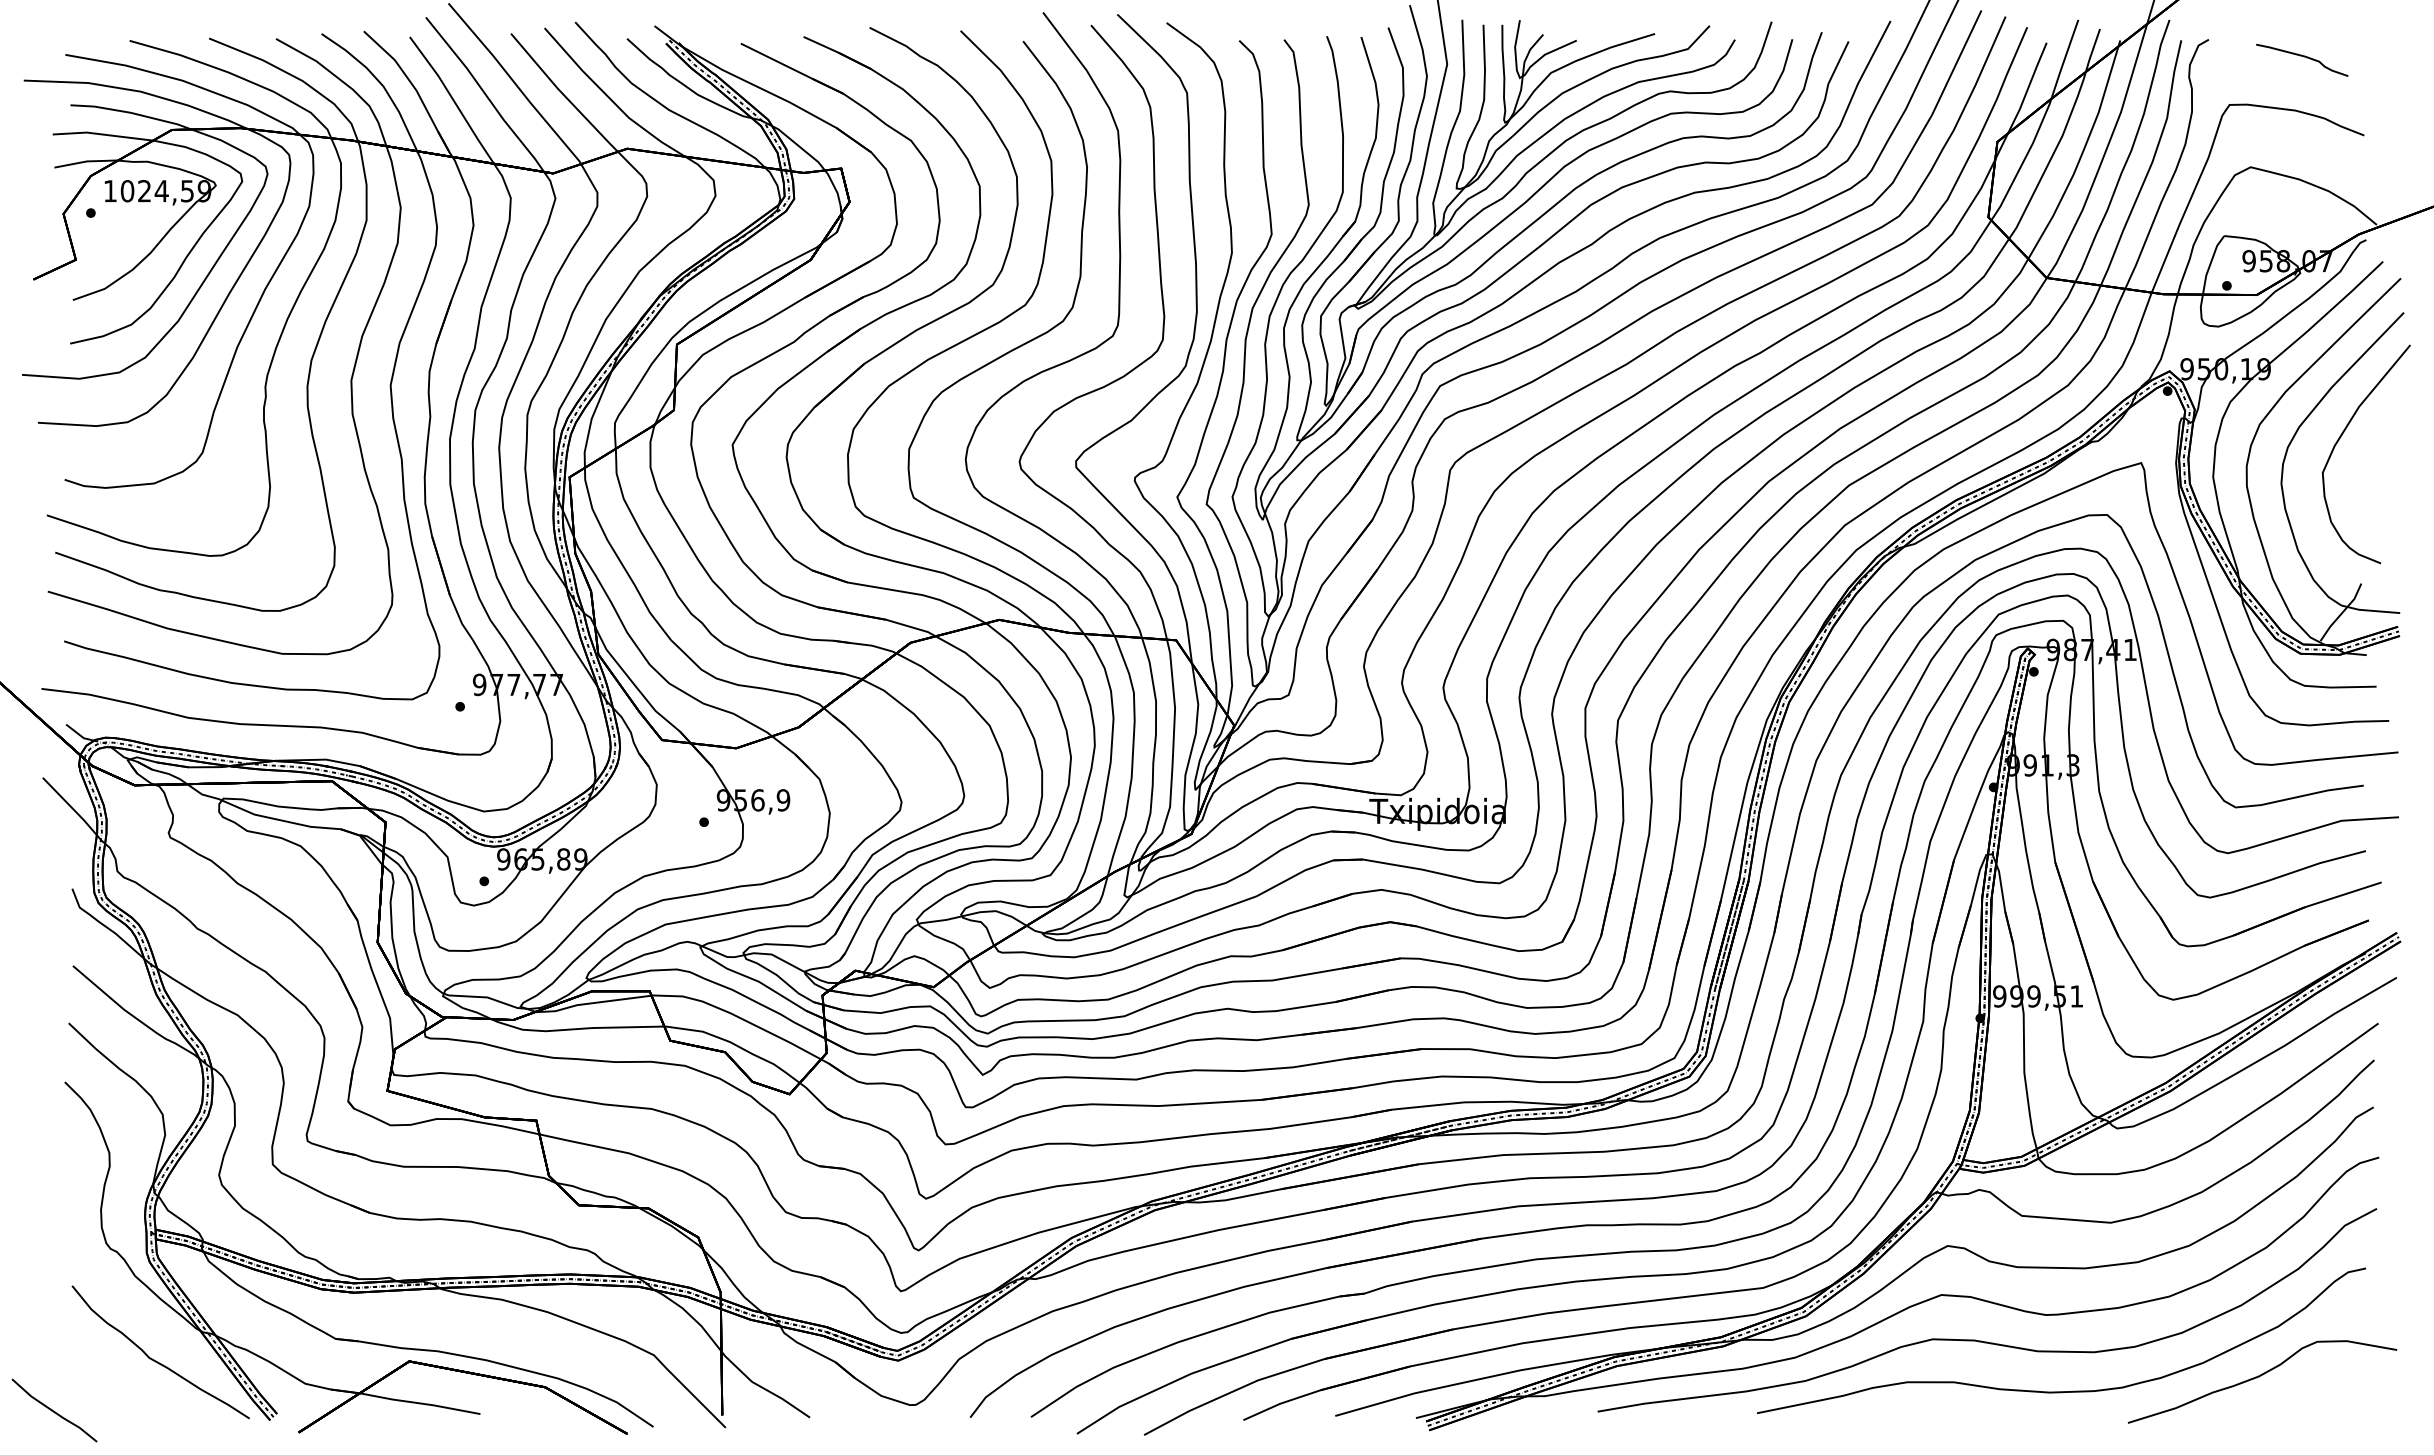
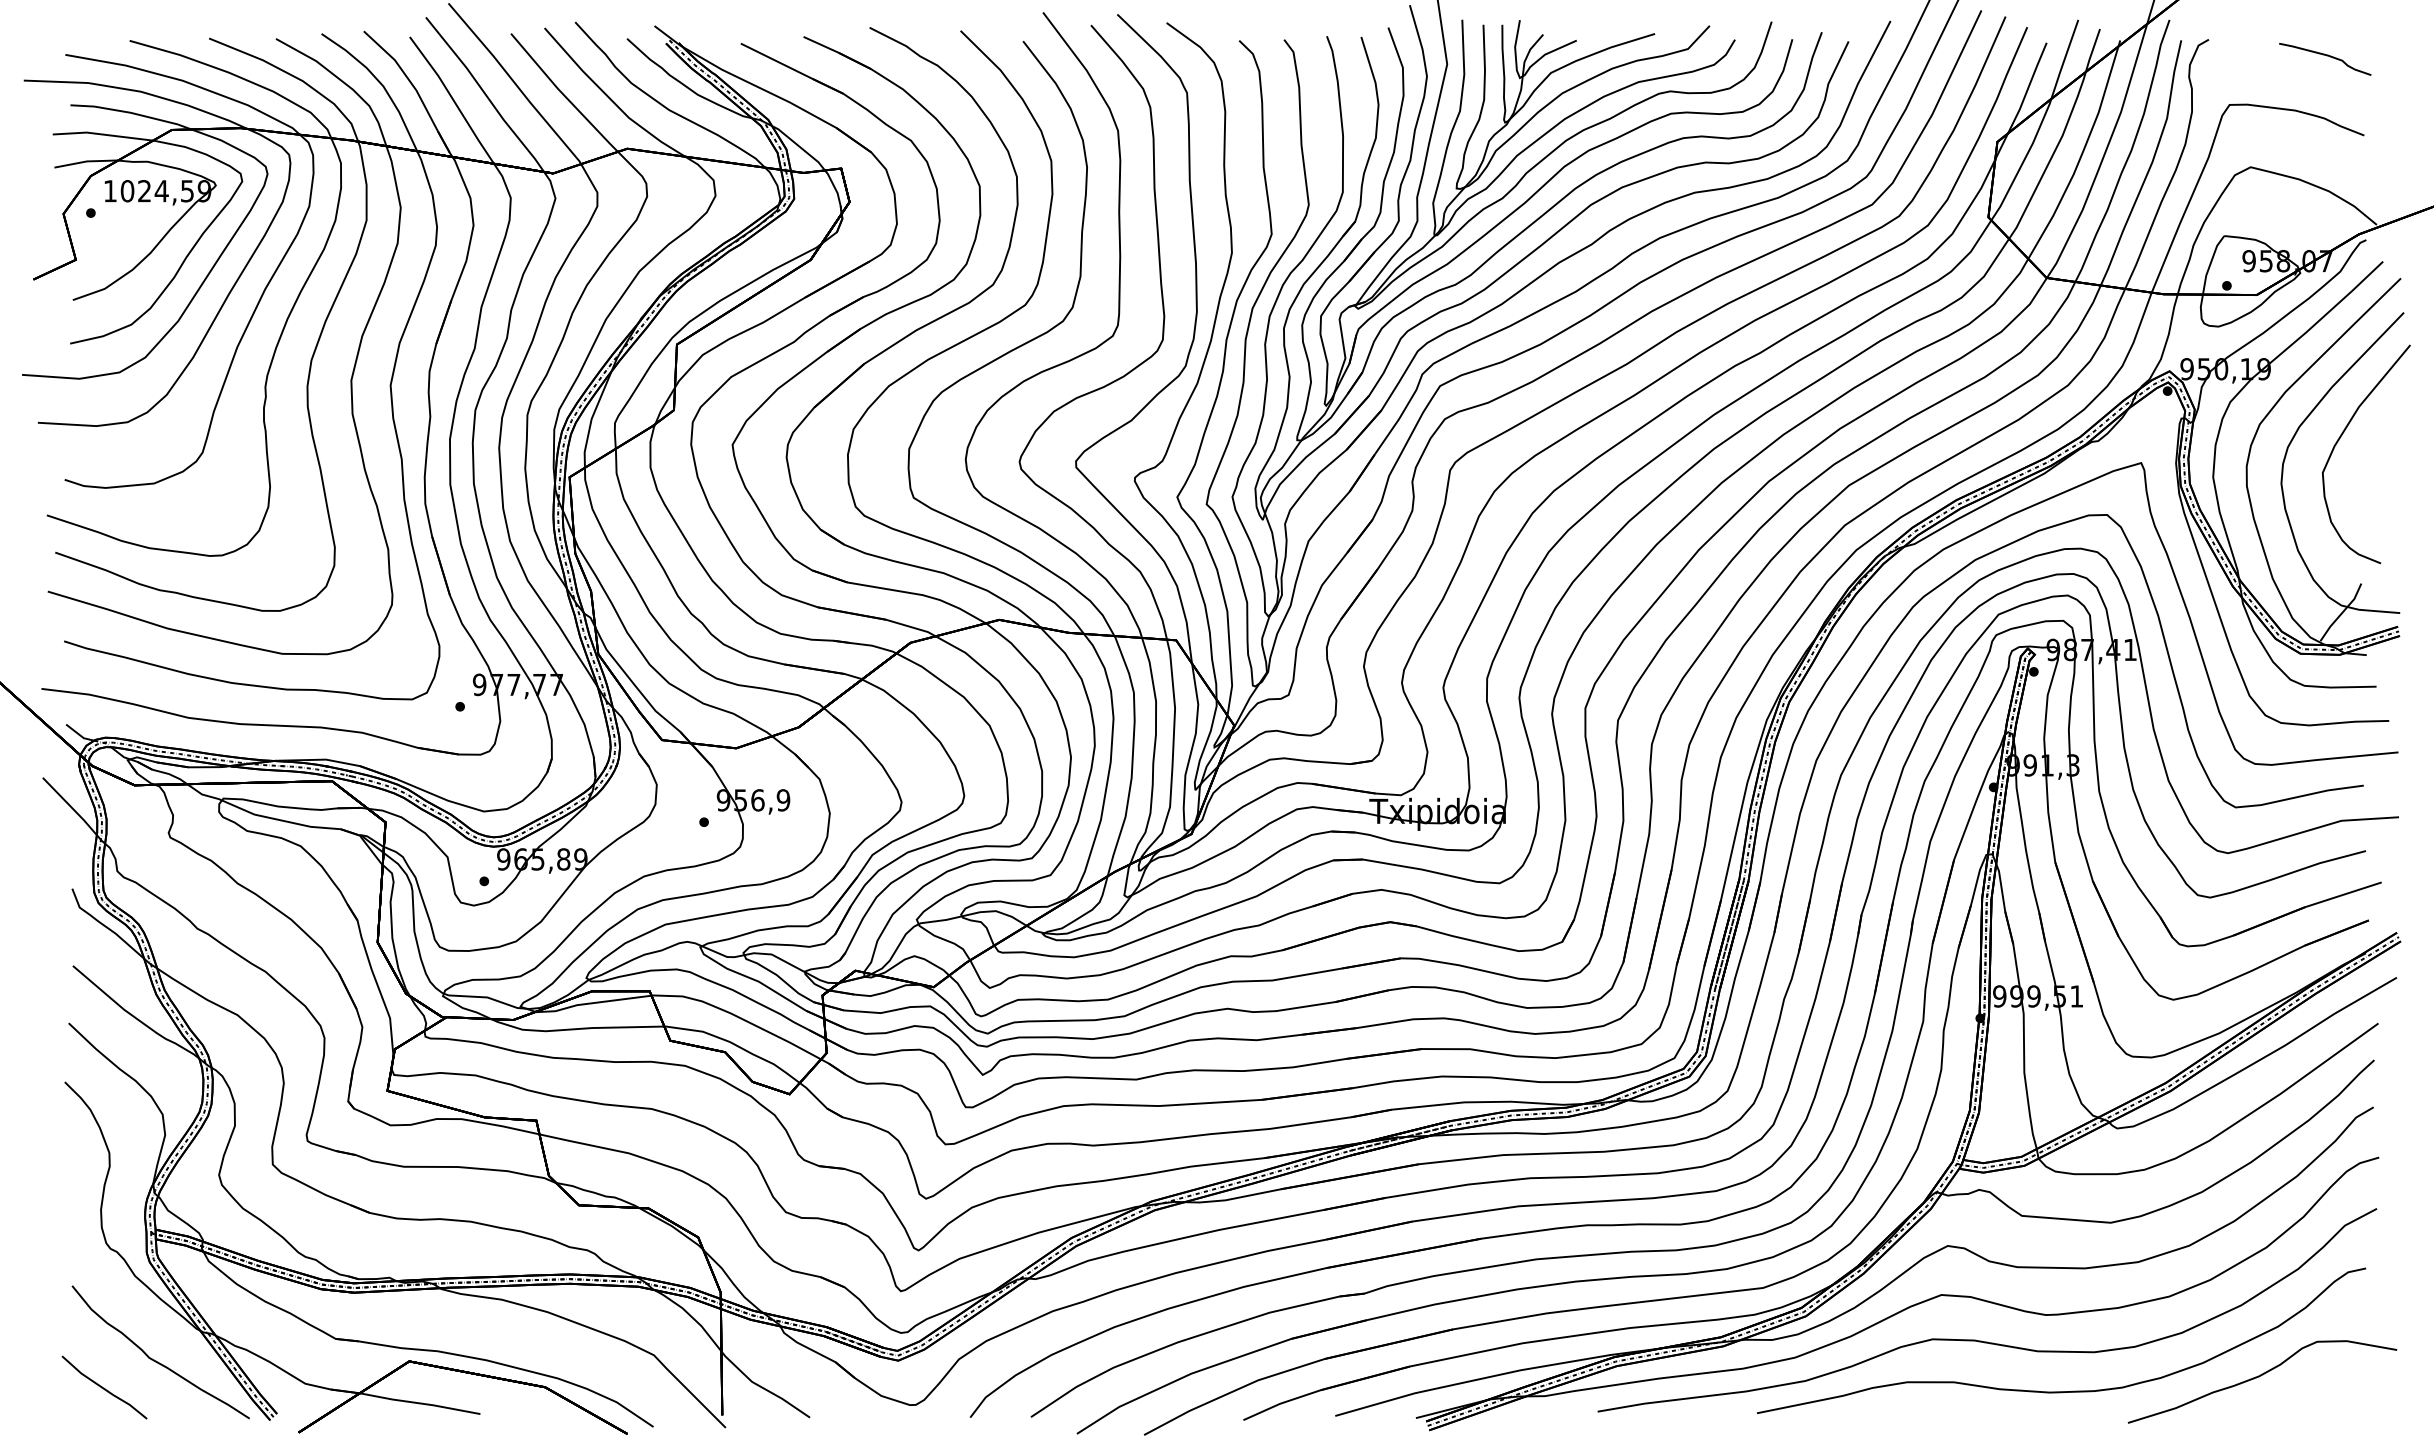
curve at (2303, 57) position: (2303, 57) -> (2326, 56)
line at (53, 1410) position: (53, 1410) -> (103, 1387)
